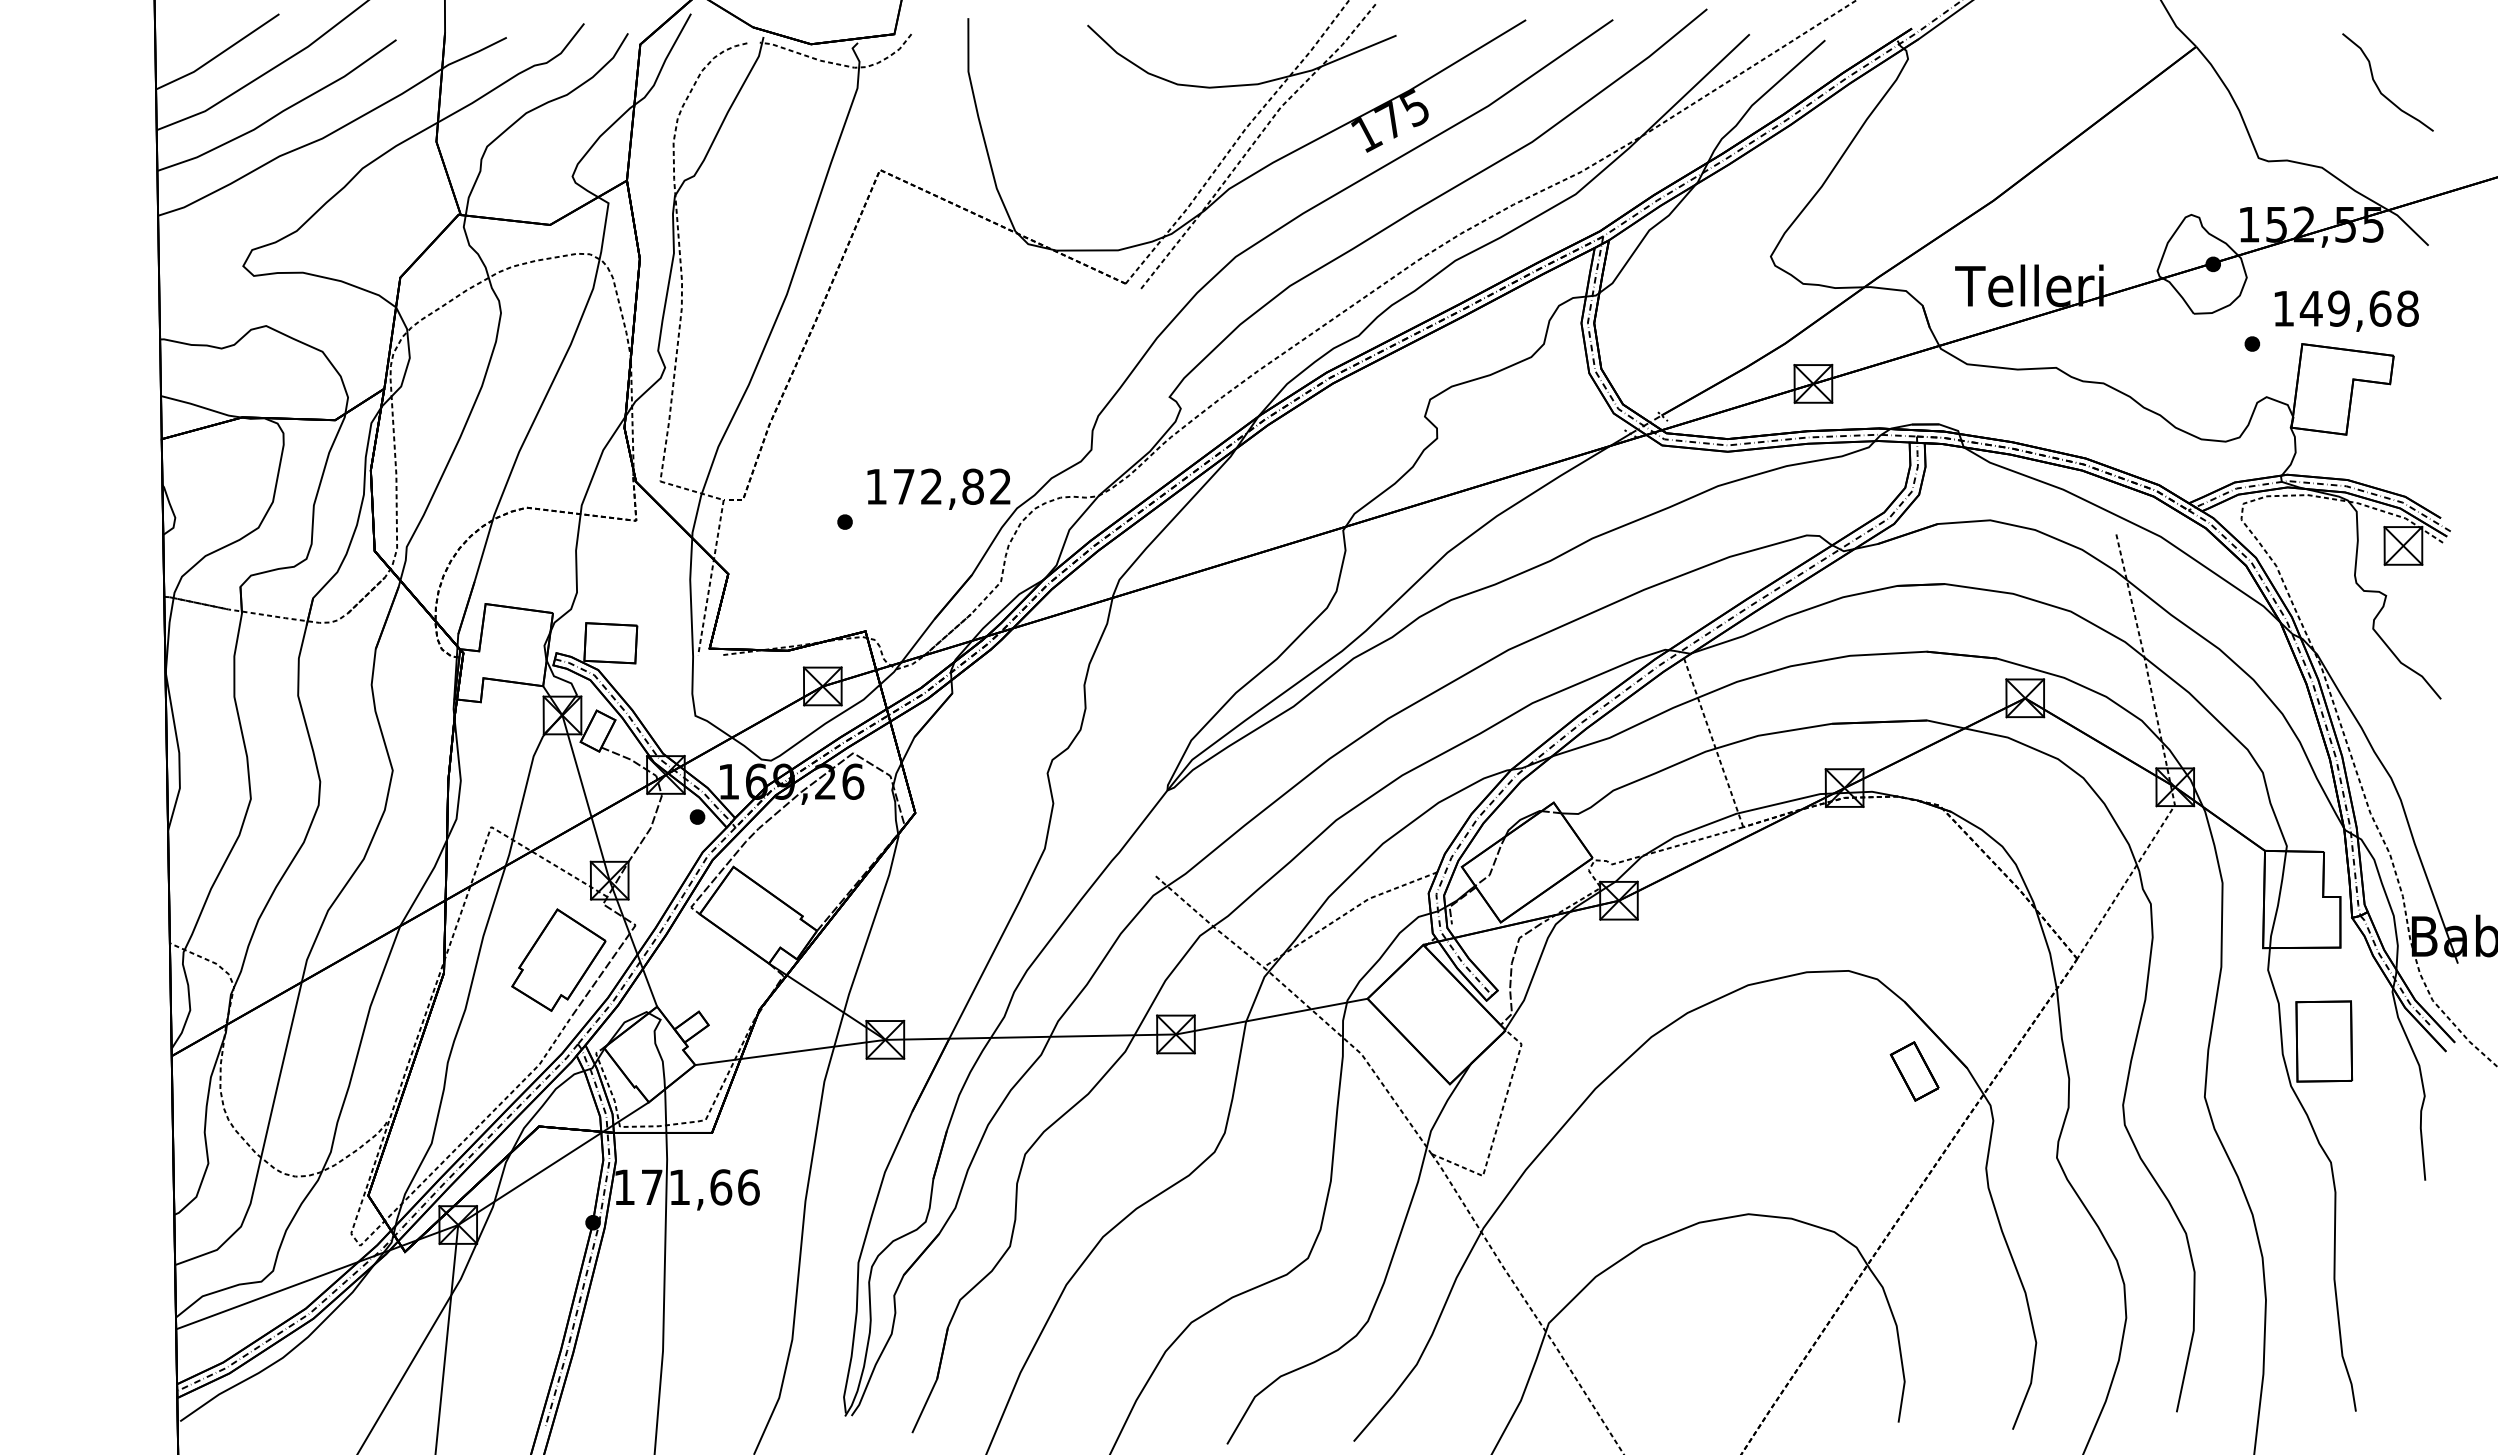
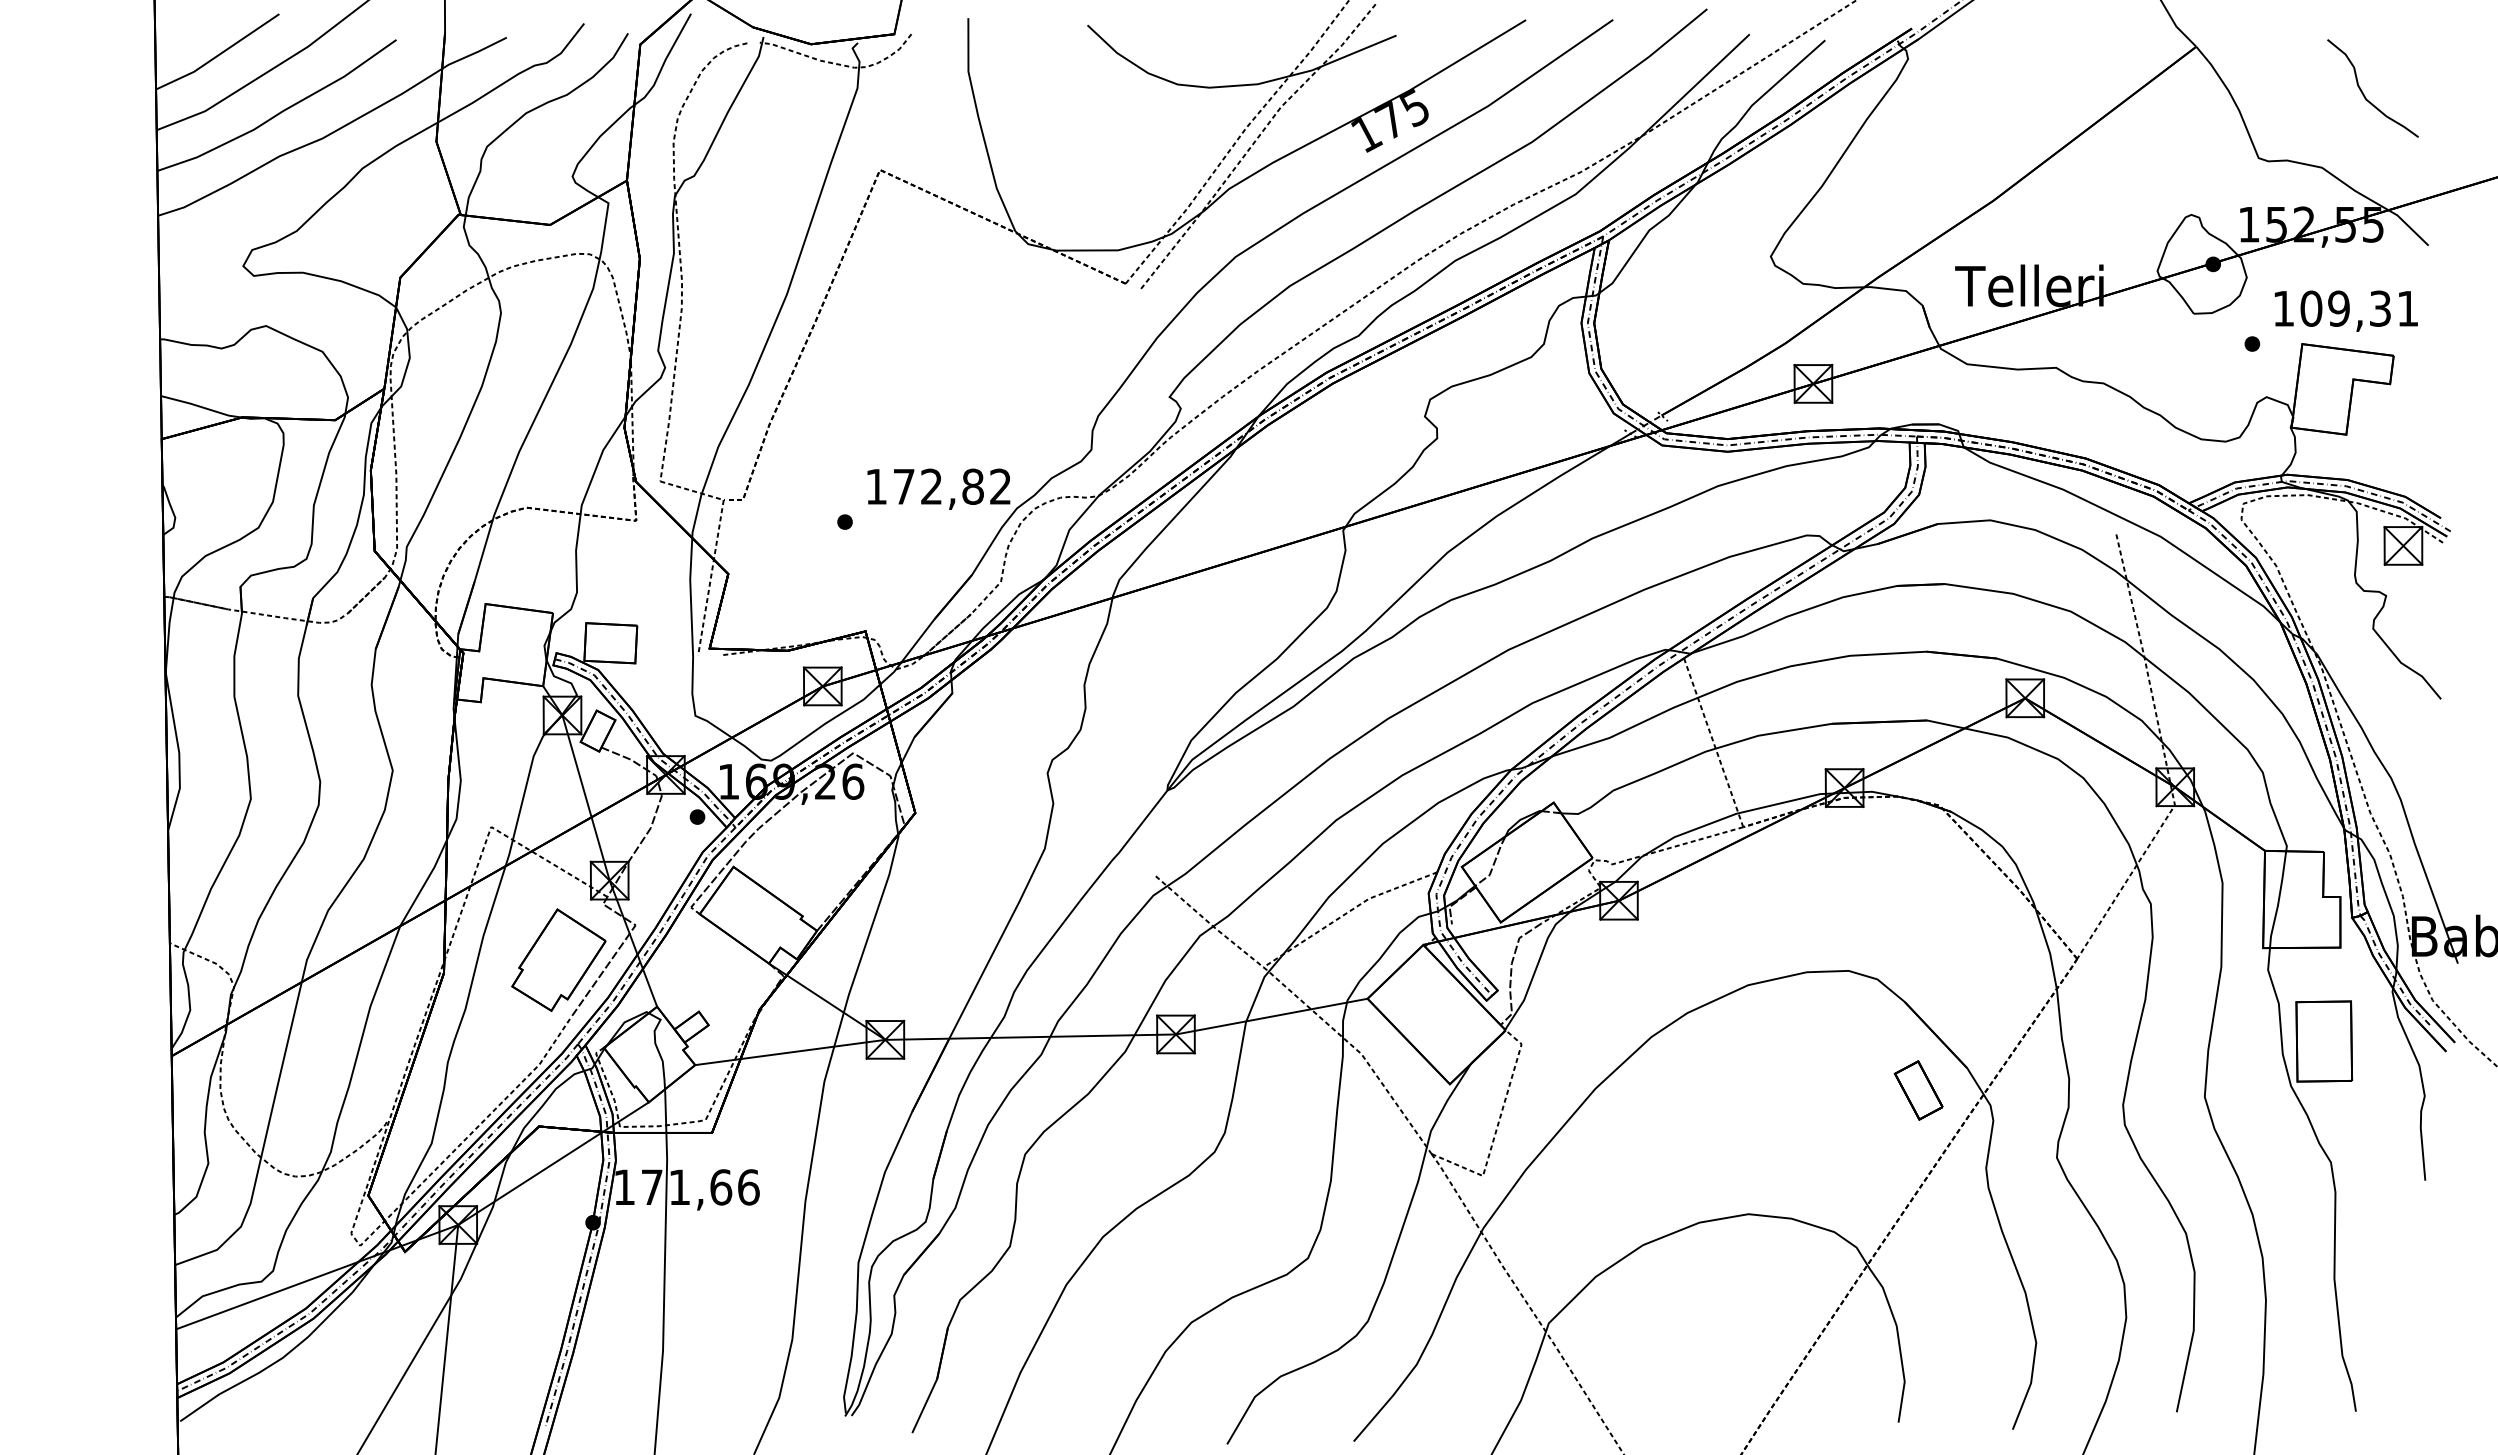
curve at (2378, 86) position: (2378, 86) -> (2363, 92)
text at (2358, 308): 149,68 -> 109,31
part at (1914, 1071) position: (1914, 1071) -> (1918, 1090)
